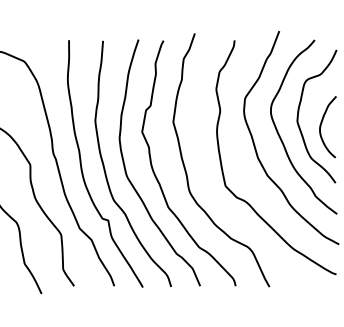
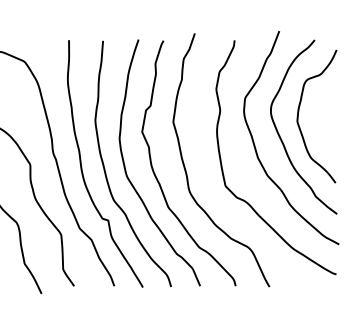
curve at (321, 127): present -> none
